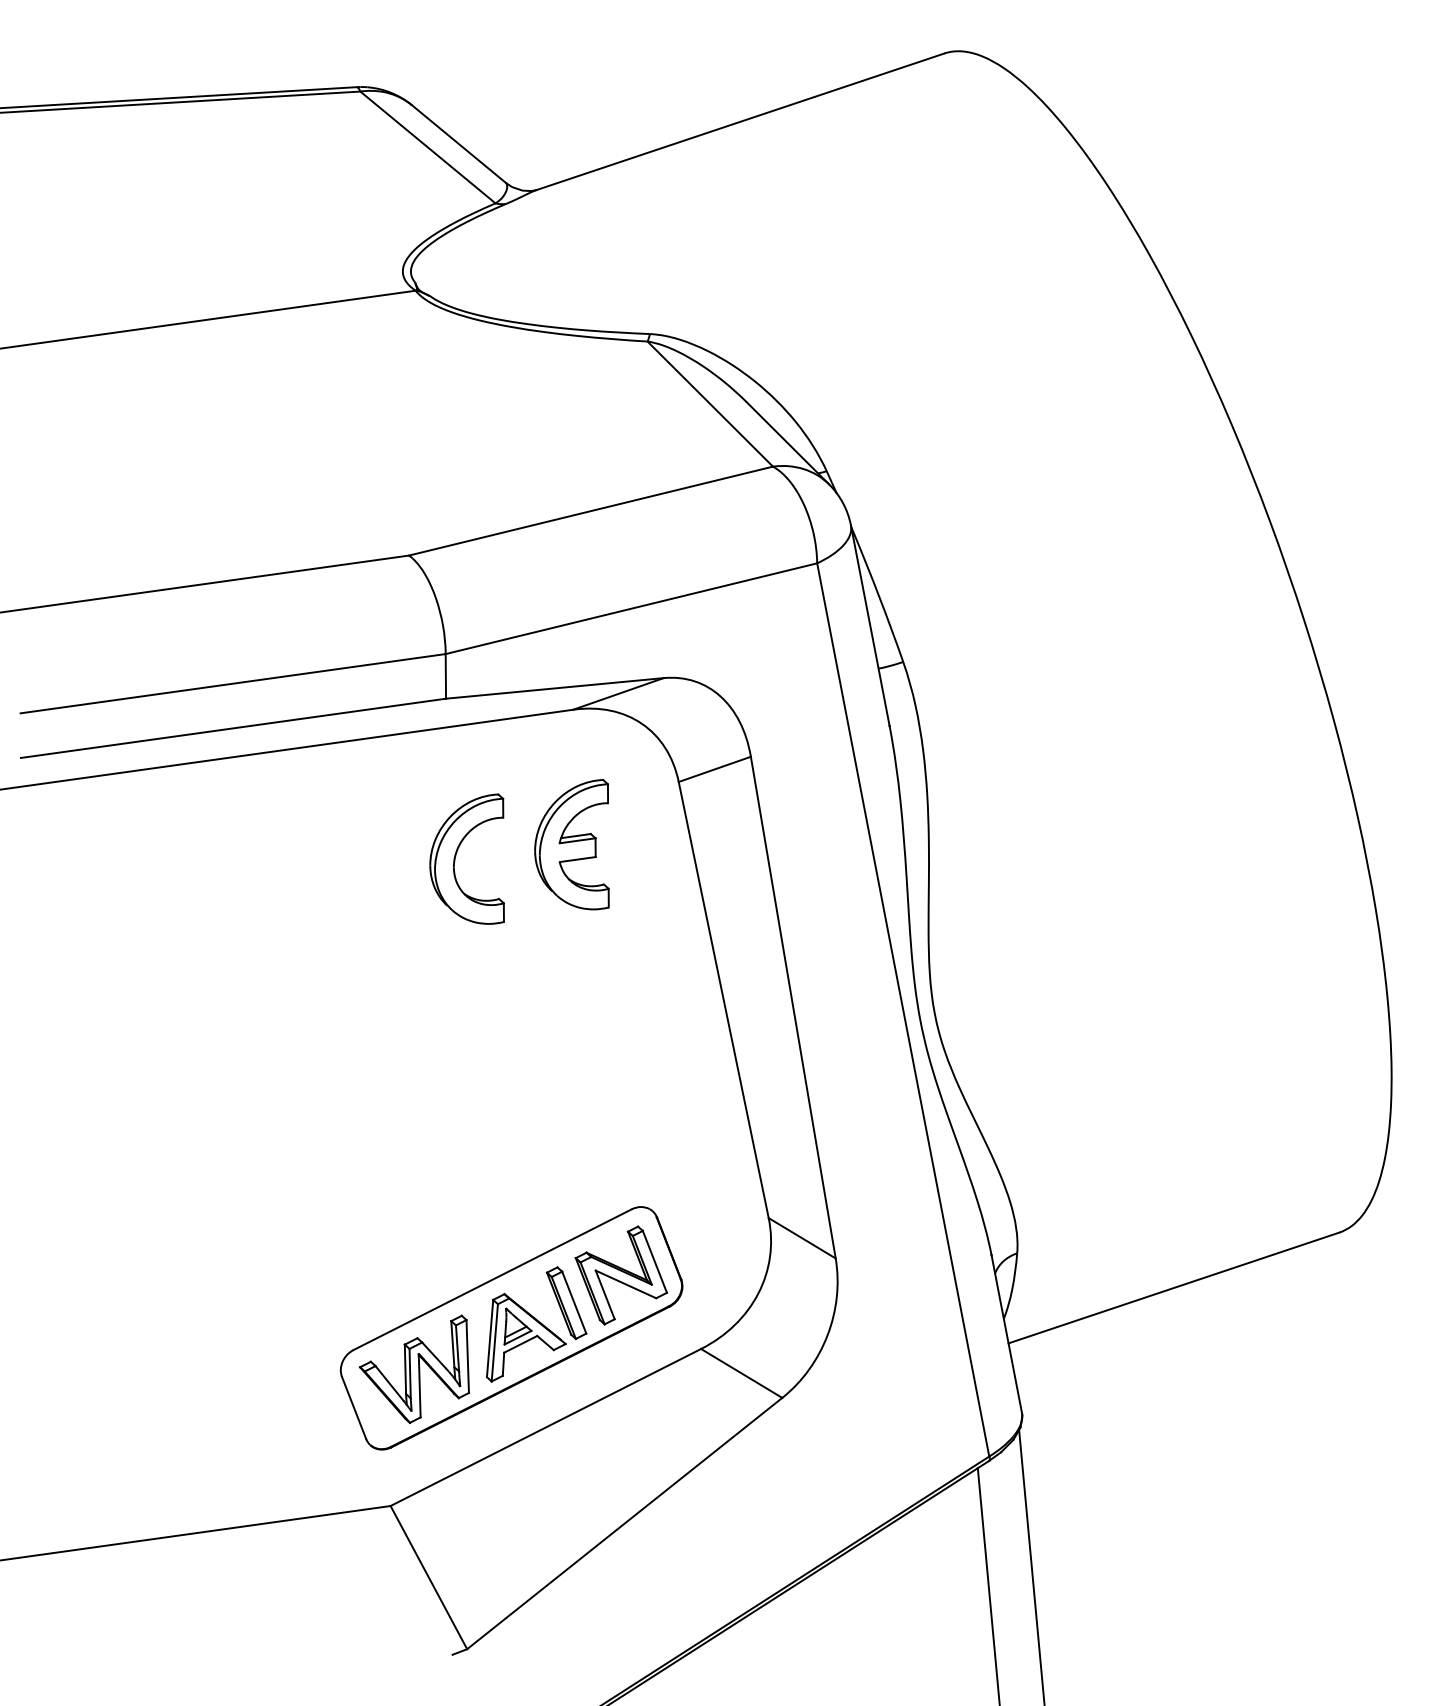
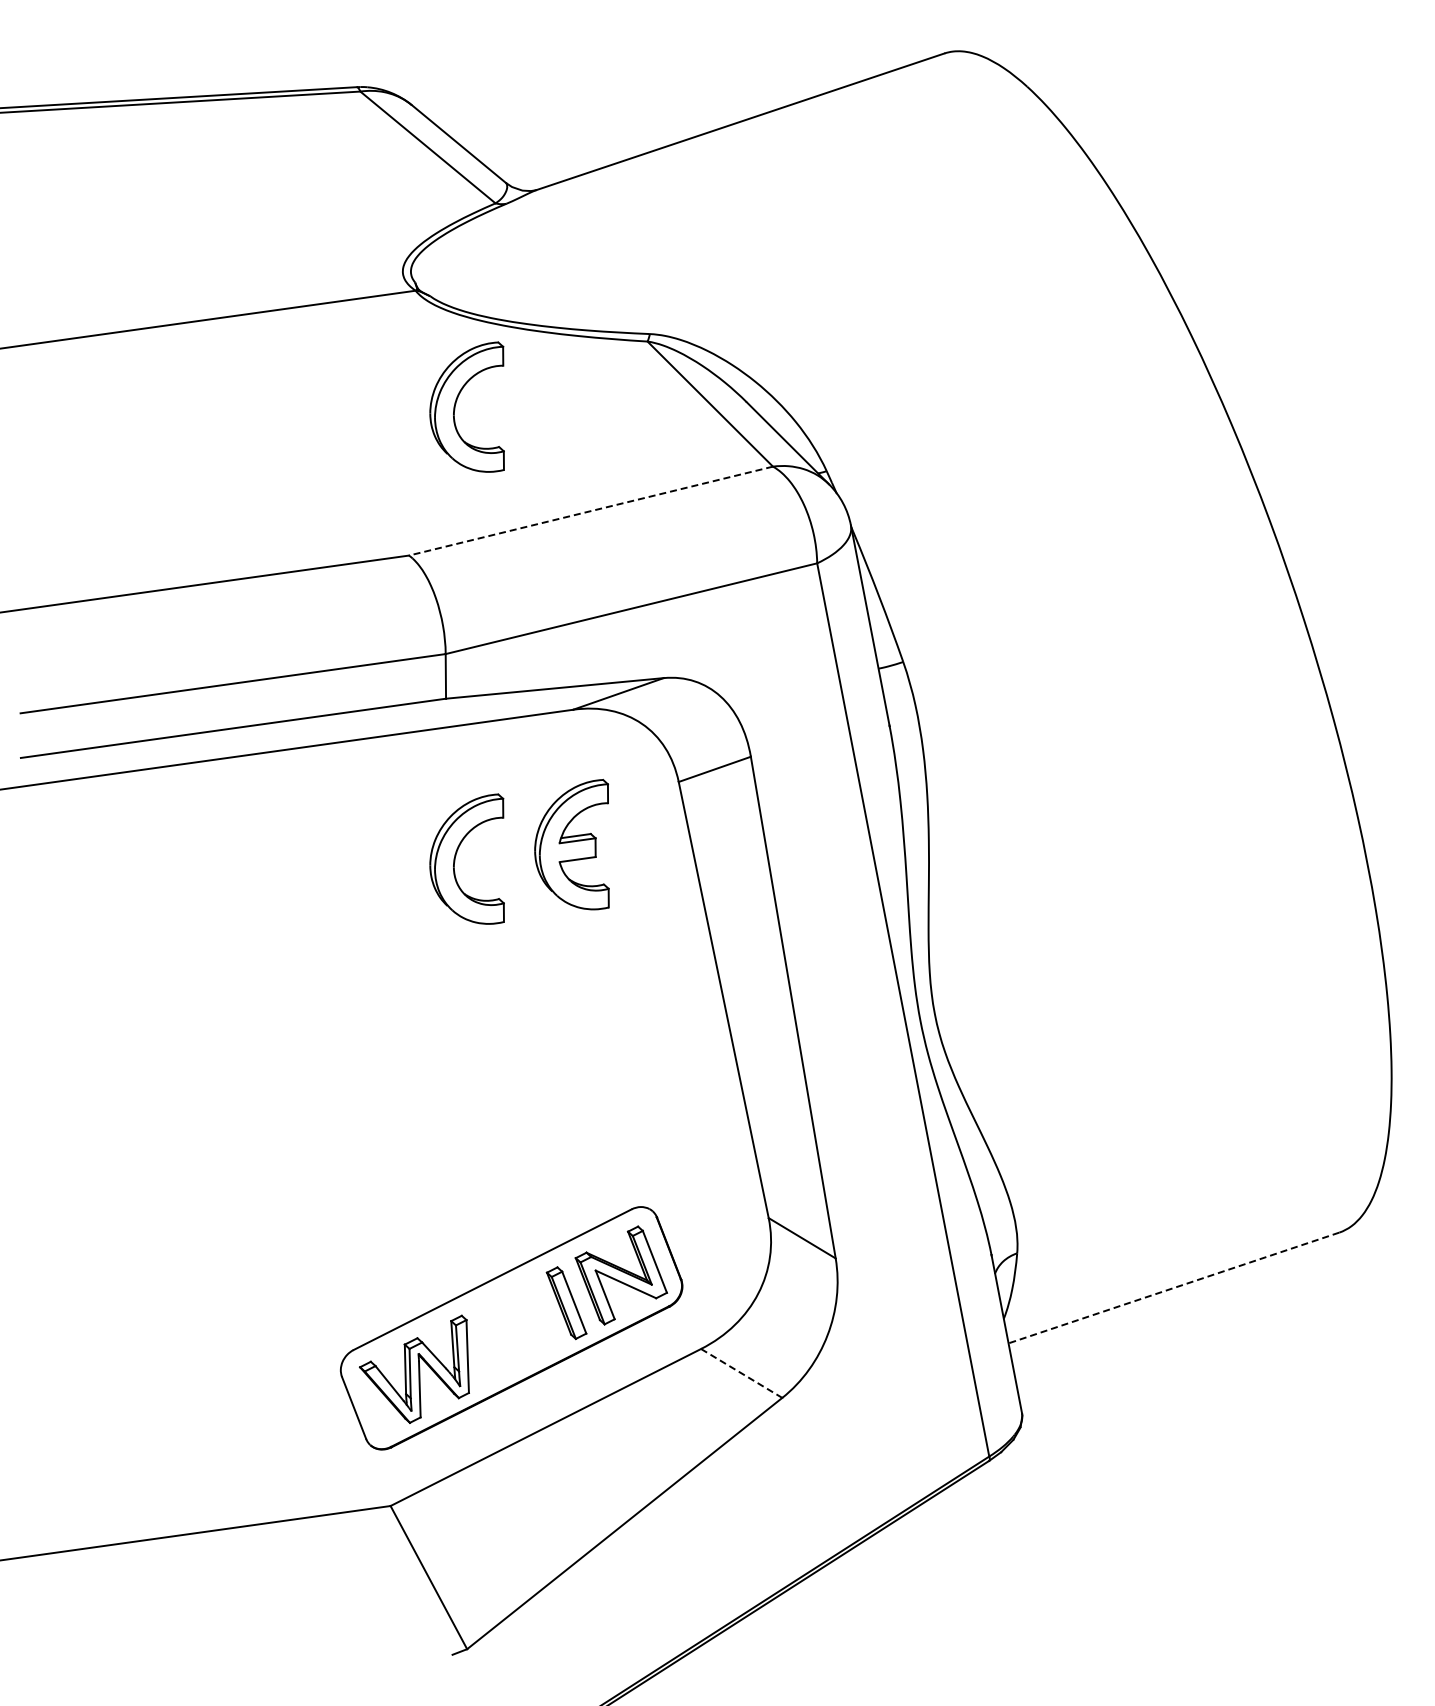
part at (456, 404): none -> present
line at (590, 511): solid -> dashed
line at (1173, 1288): solid -> dashed
part at (525, 1337): present -> none
line at (742, 1373): solid -> dashed
line at (1031, 1566): present -> none
line at (988, 1585): present -> none
